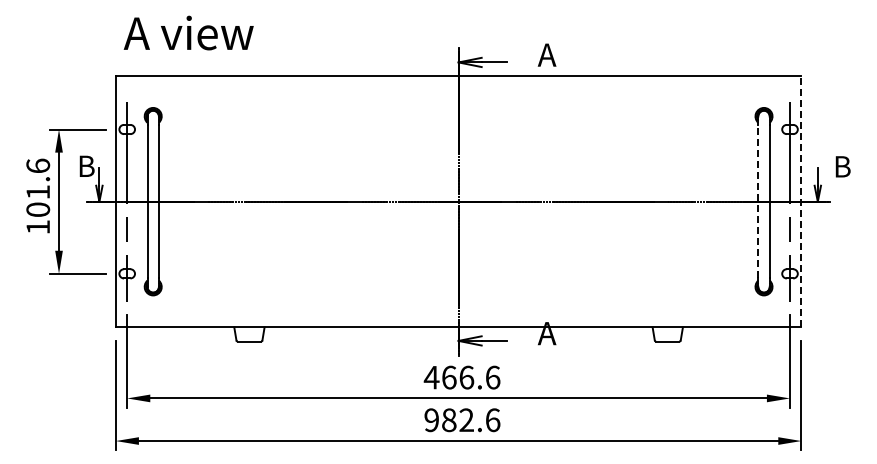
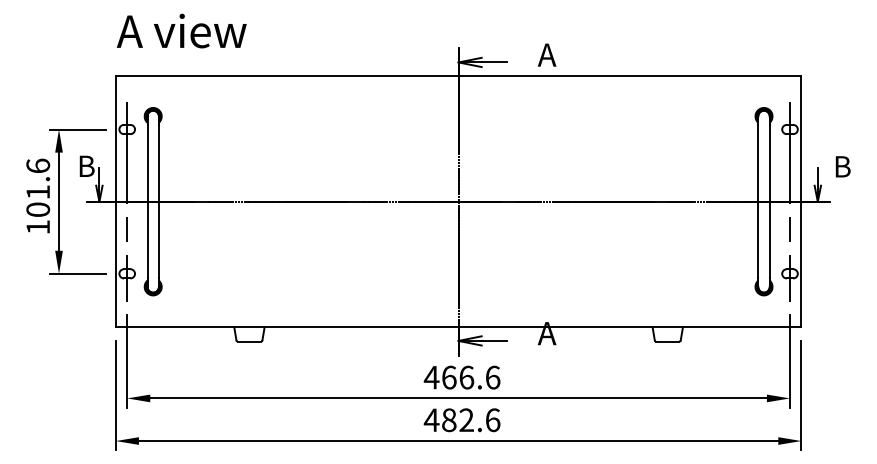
text at (188, 32) position: (188, 32) -> (181, 30)
line at (758, 201): dashed -> solid
line at (801, 201): dashed -> solid
text at (431, 420): 982.6 -> 482.6
